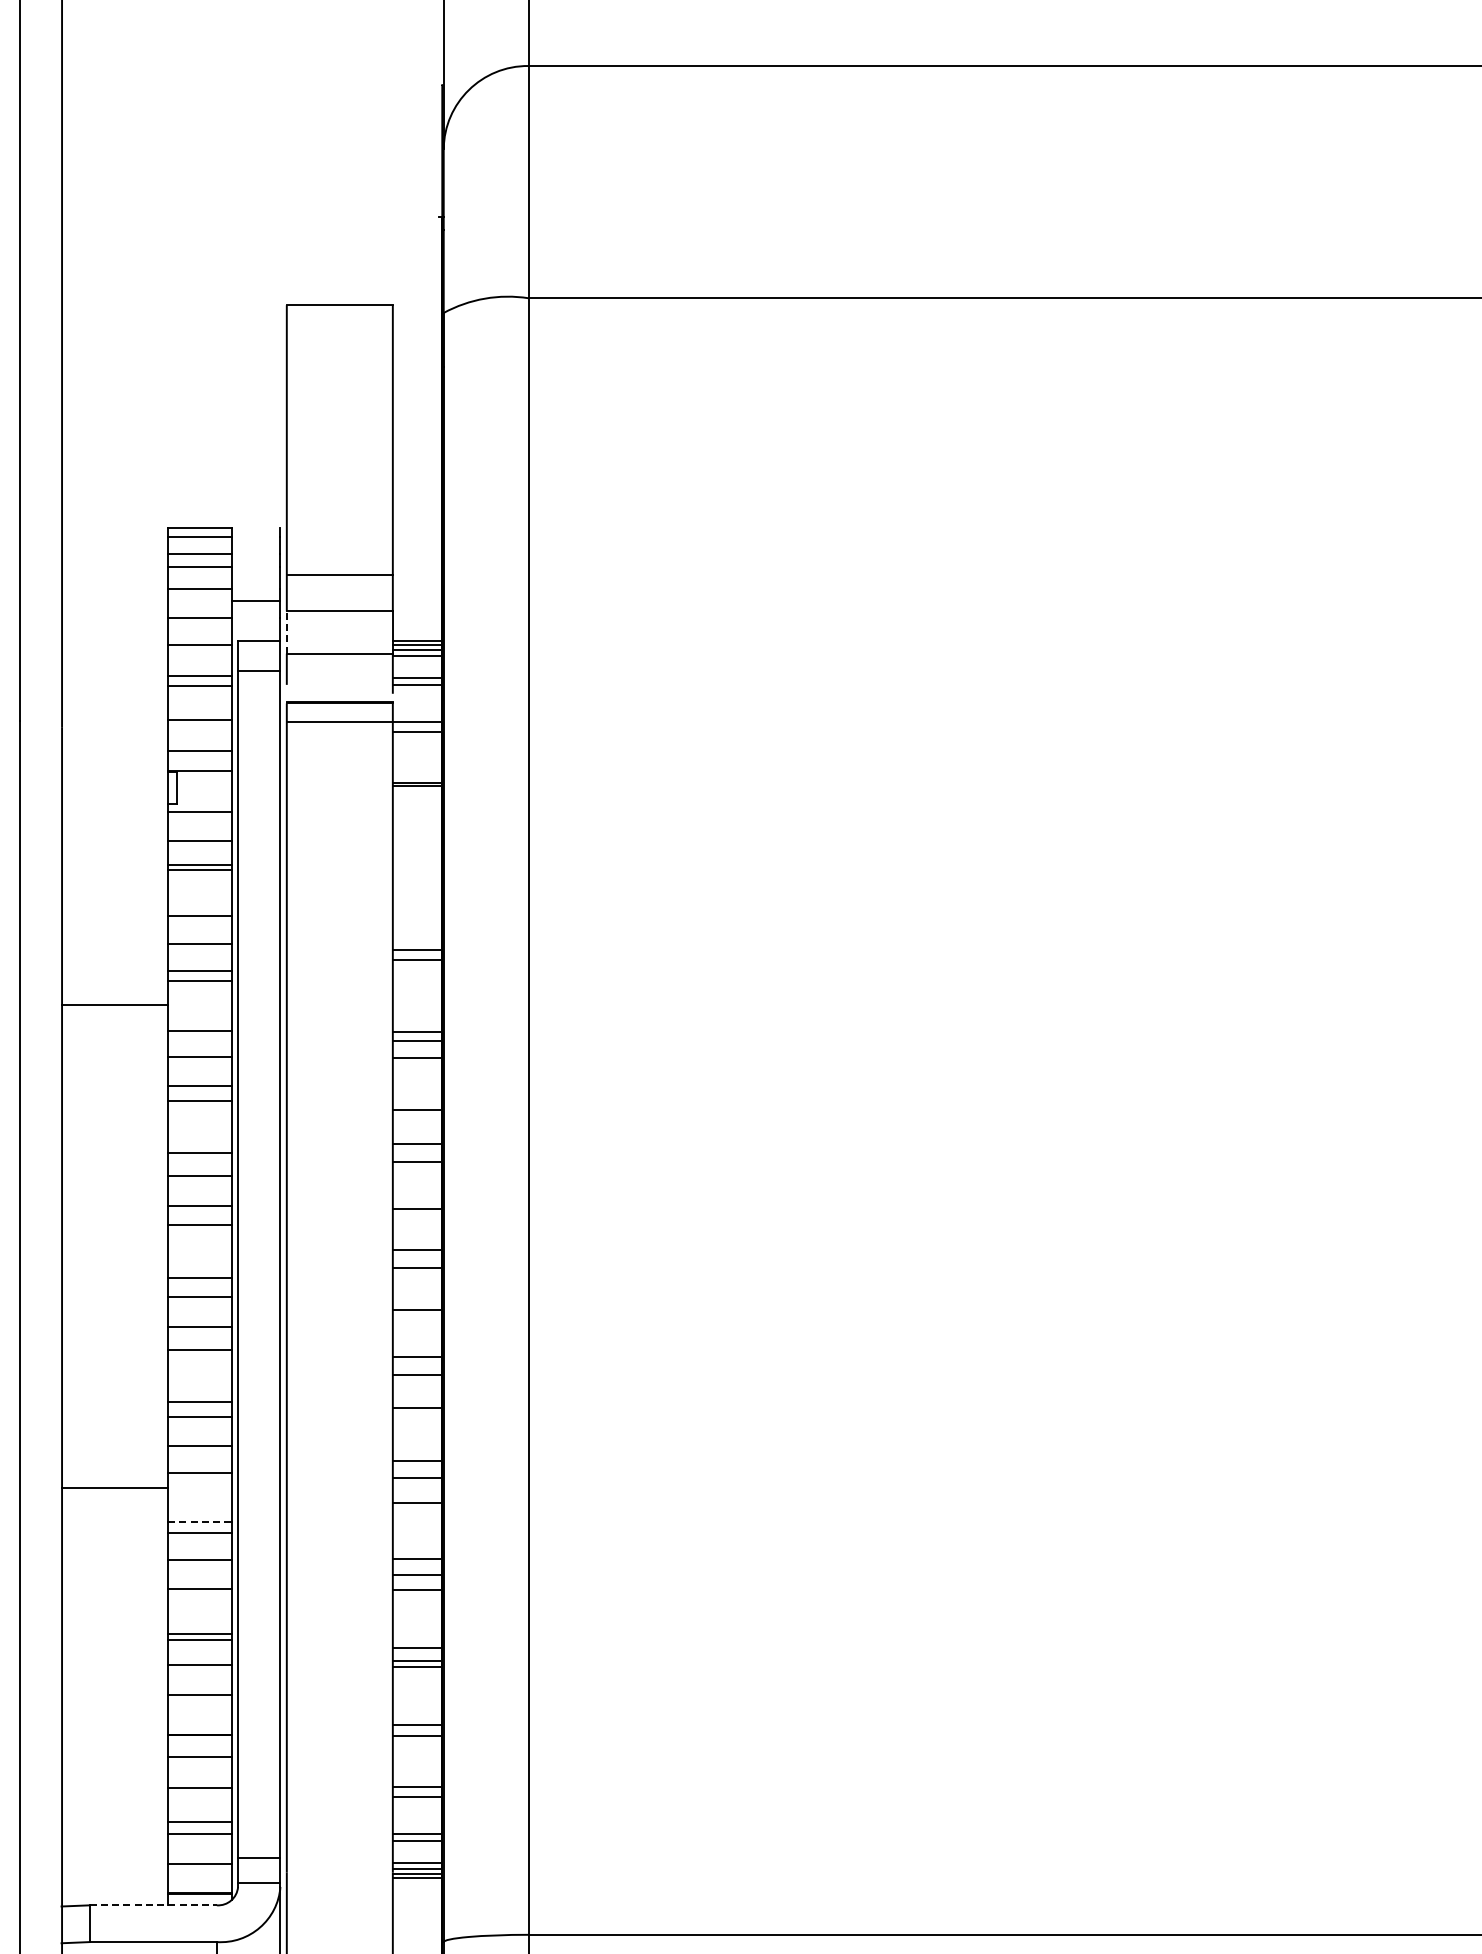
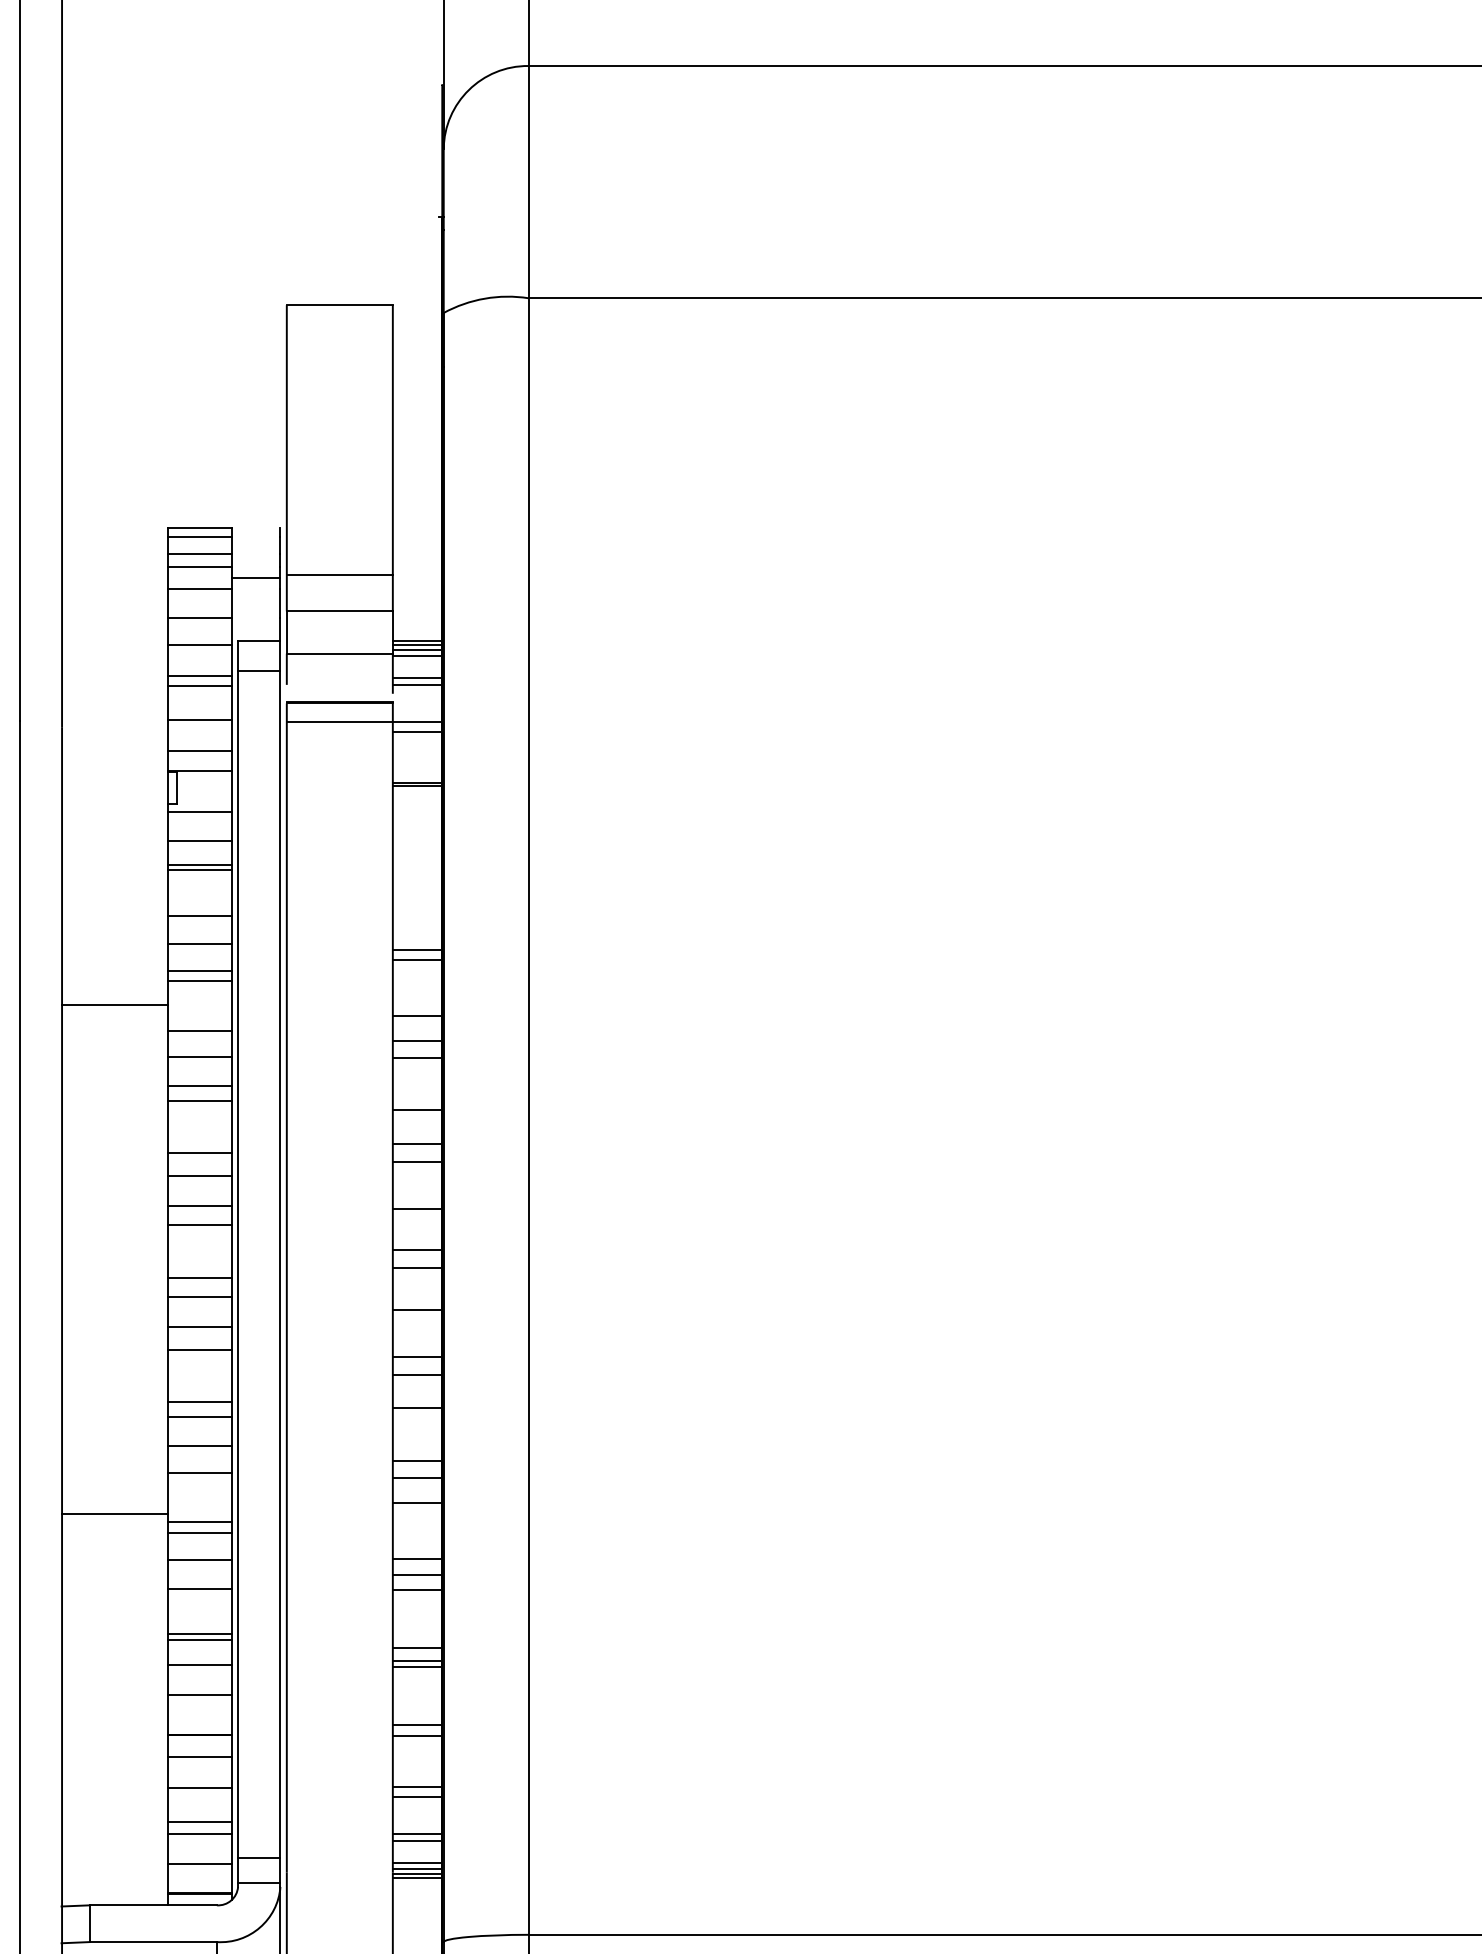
line at (255, 601) position: (255, 601) -> (255, 578)
line at (286, 632): dashed -> solid
line at (417, 1032) position: (417, 1032) -> (417, 1016)
line at (115, 1487) position: (115, 1487) -> (115, 1513)
line at (199, 1522): dashed -> solid
line at (153, 1905): dashed -> solid
